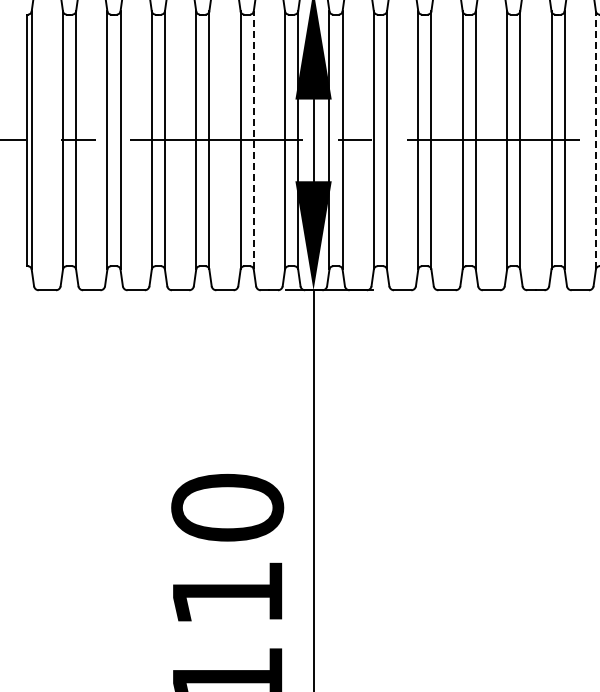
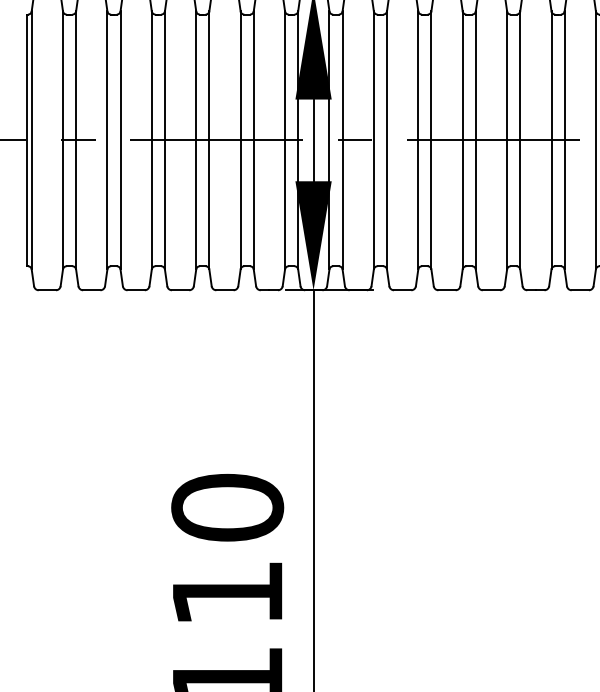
line at (253, 139): dashed -> solid
line at (595, 139): dashed -> solid
